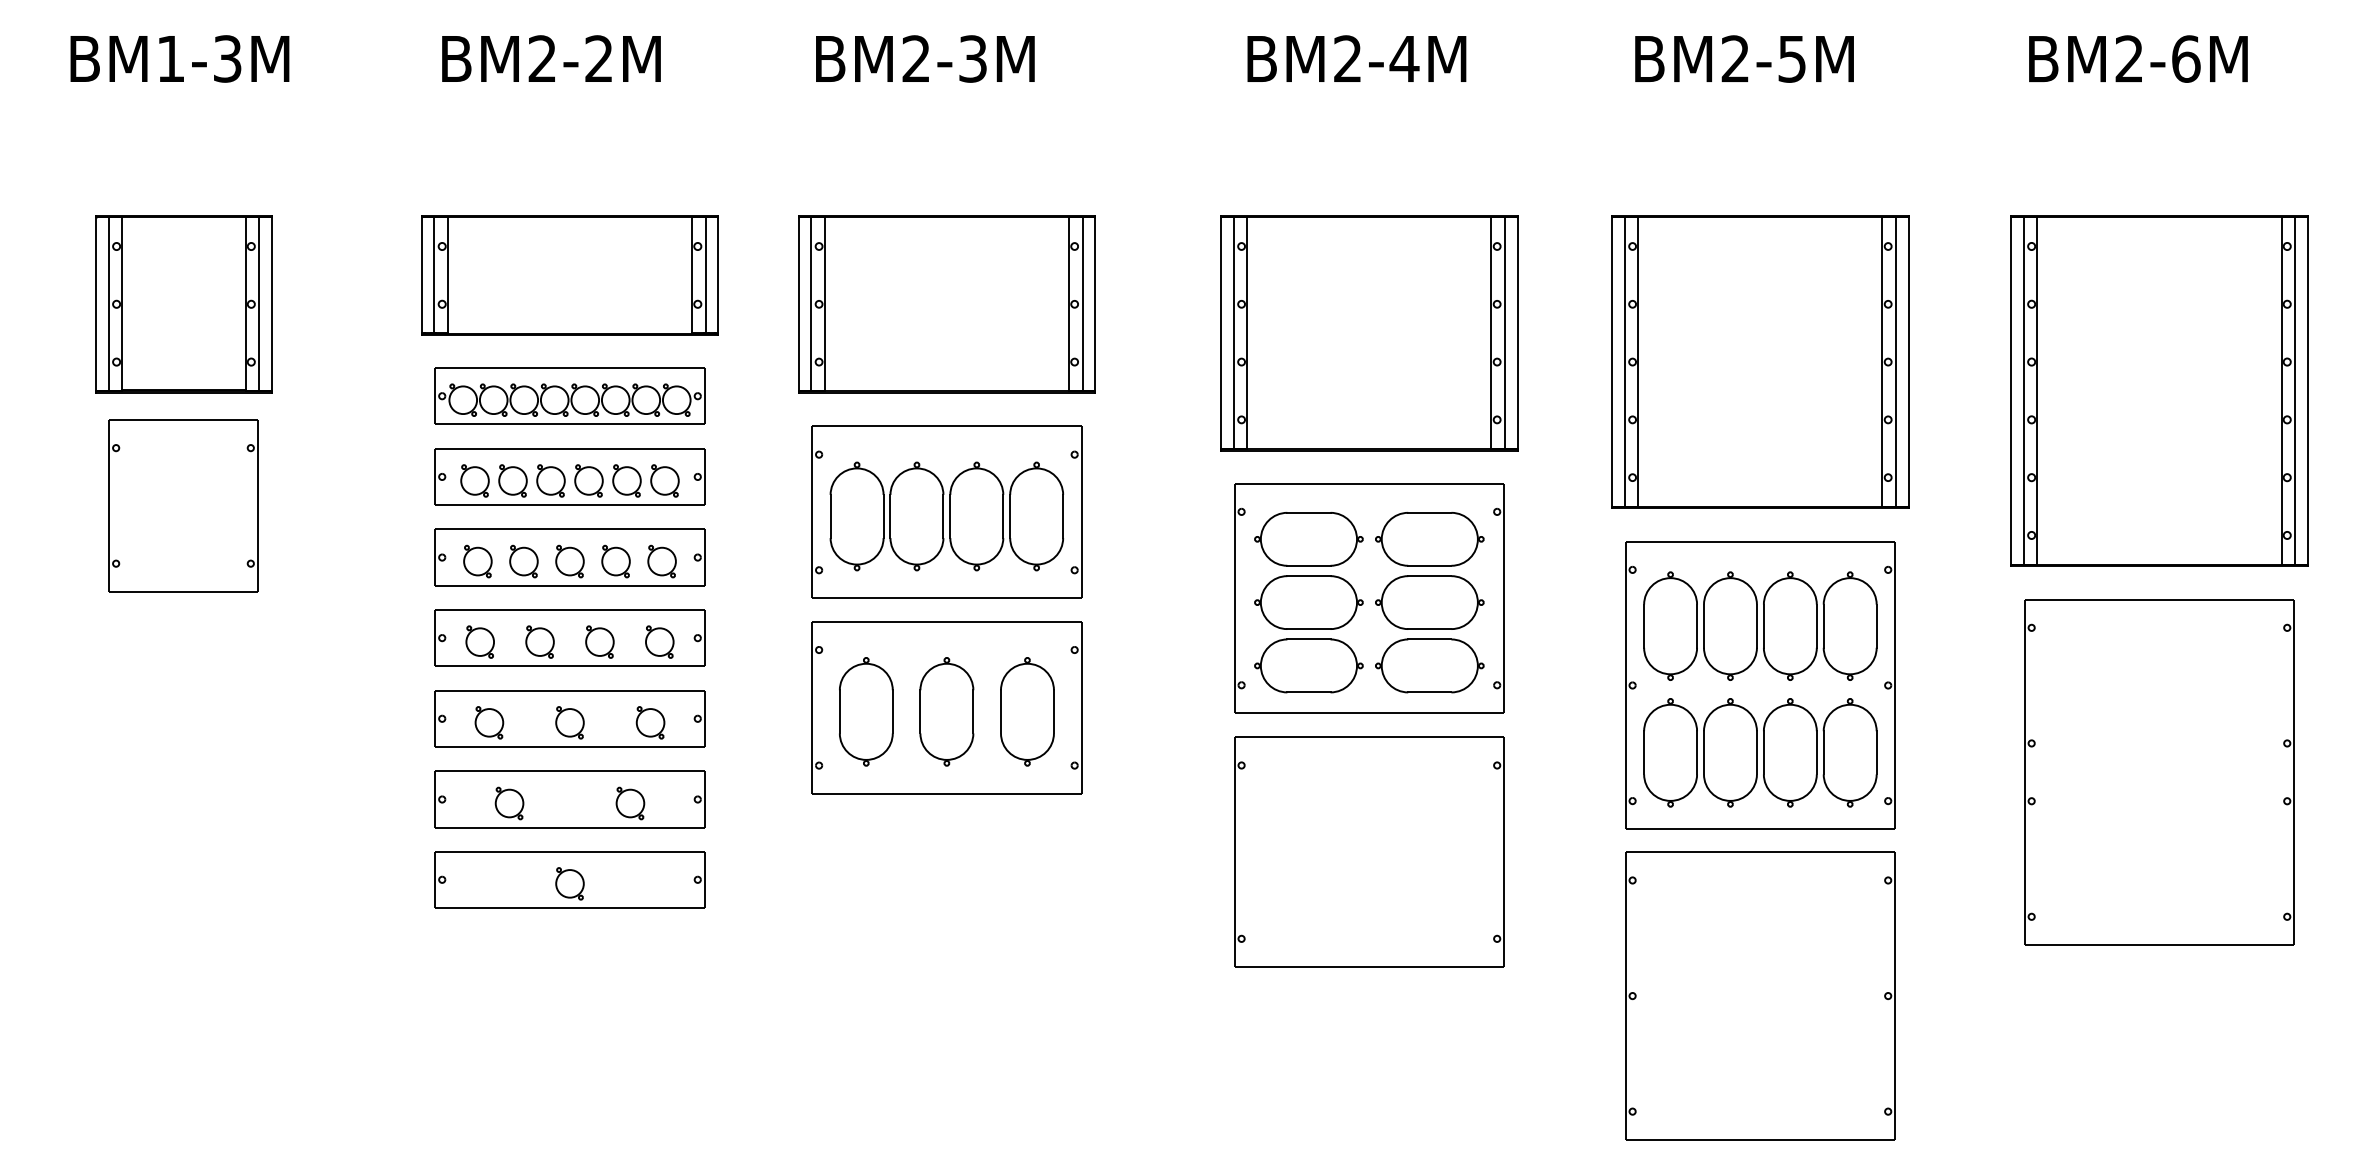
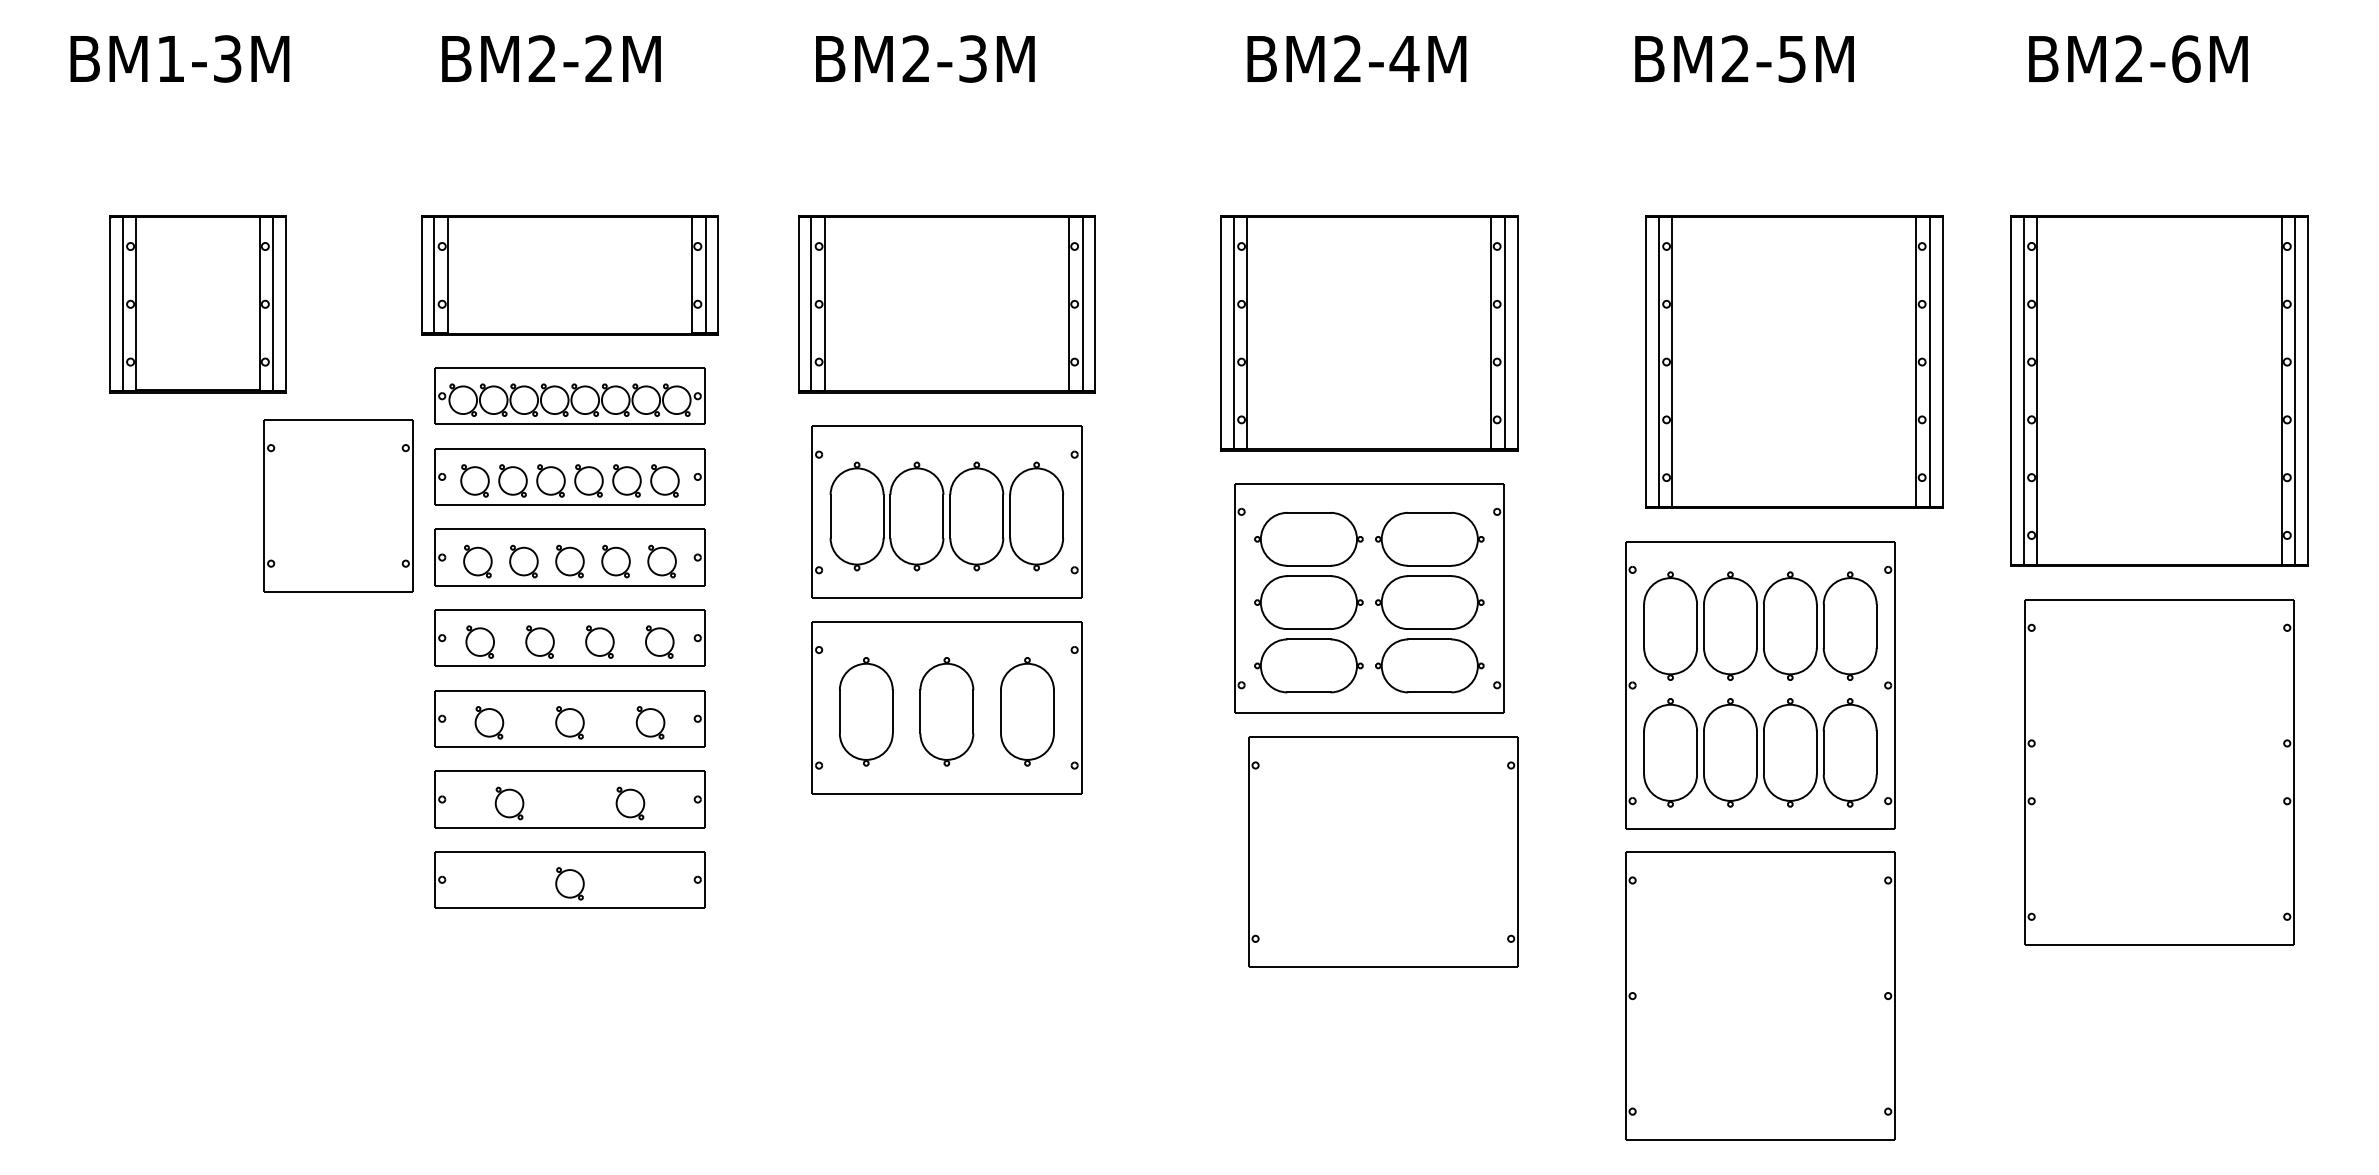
part at (183, 304) position: (183, 304) -> (197, 304)
part at (1760, 361) position: (1760, 361) -> (1794, 361)
part at (183, 505) position: (183, 505) -> (338, 505)
part at (1369, 851) position: (1369, 851) -> (1383, 851)
